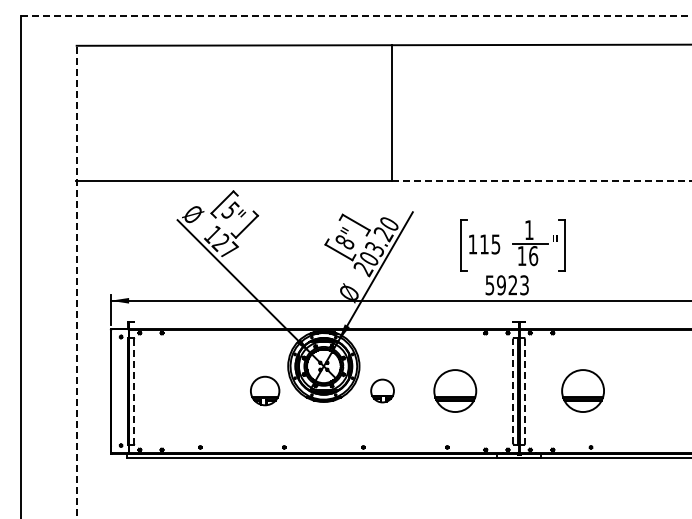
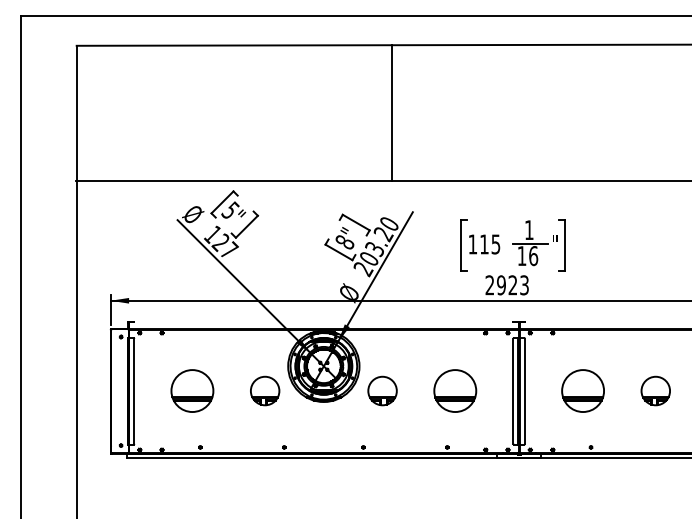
line at (356, 15): dashed -> solid
line at (541, 180): dashed -> solid
line at (76, 281): dashed -> solid
text at (489, 285): 5923 -> 2923
part at (192, 390): none -> present
part at (382, 390) size: 25x26 px -> 31x32 px
part at (655, 390): none -> present
line at (134, 391): dashed -> solid
line at (513, 391): dashed -> solid
line at (524, 391): dashed -> solid
